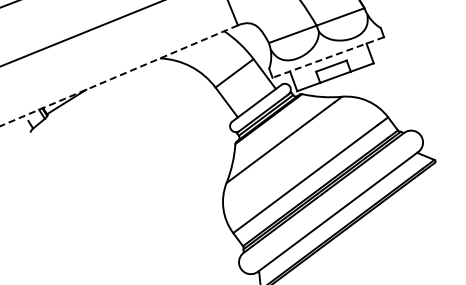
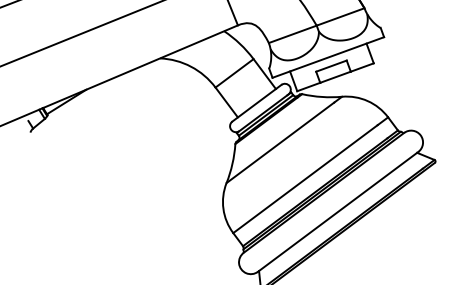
line at (327, 57): dashed -> solid
line at (119, 75): dashed -> solid
